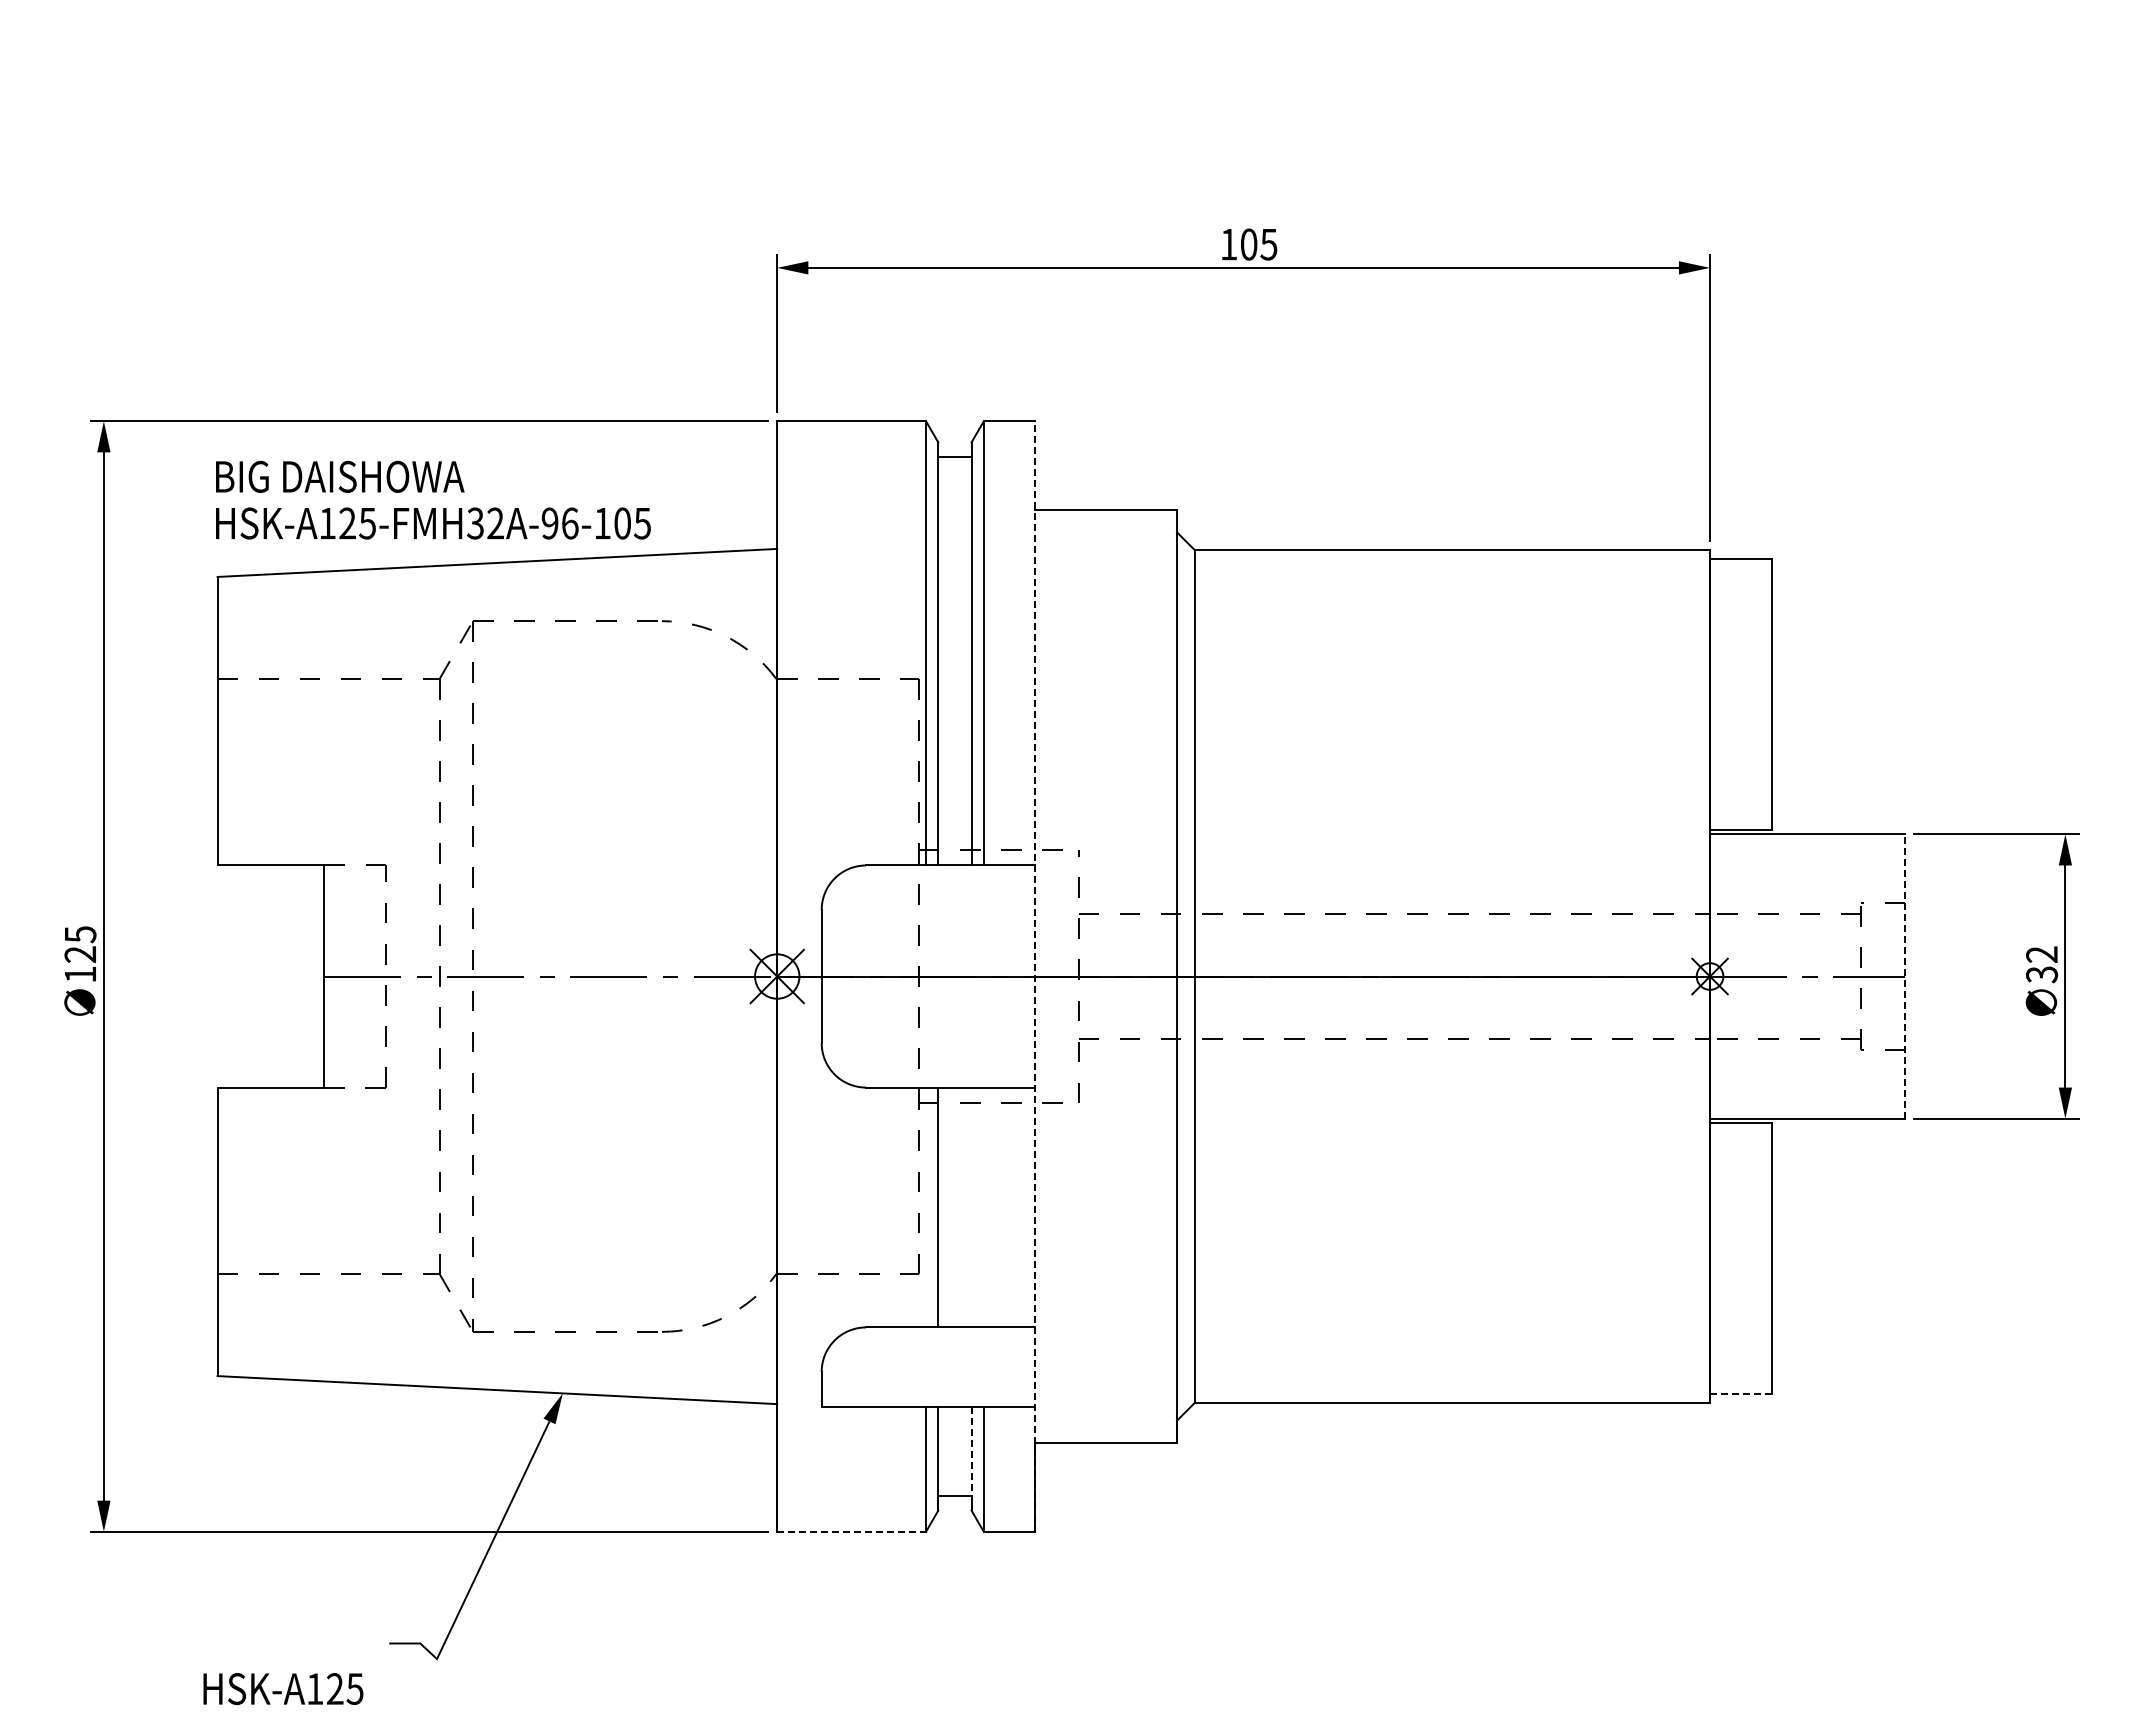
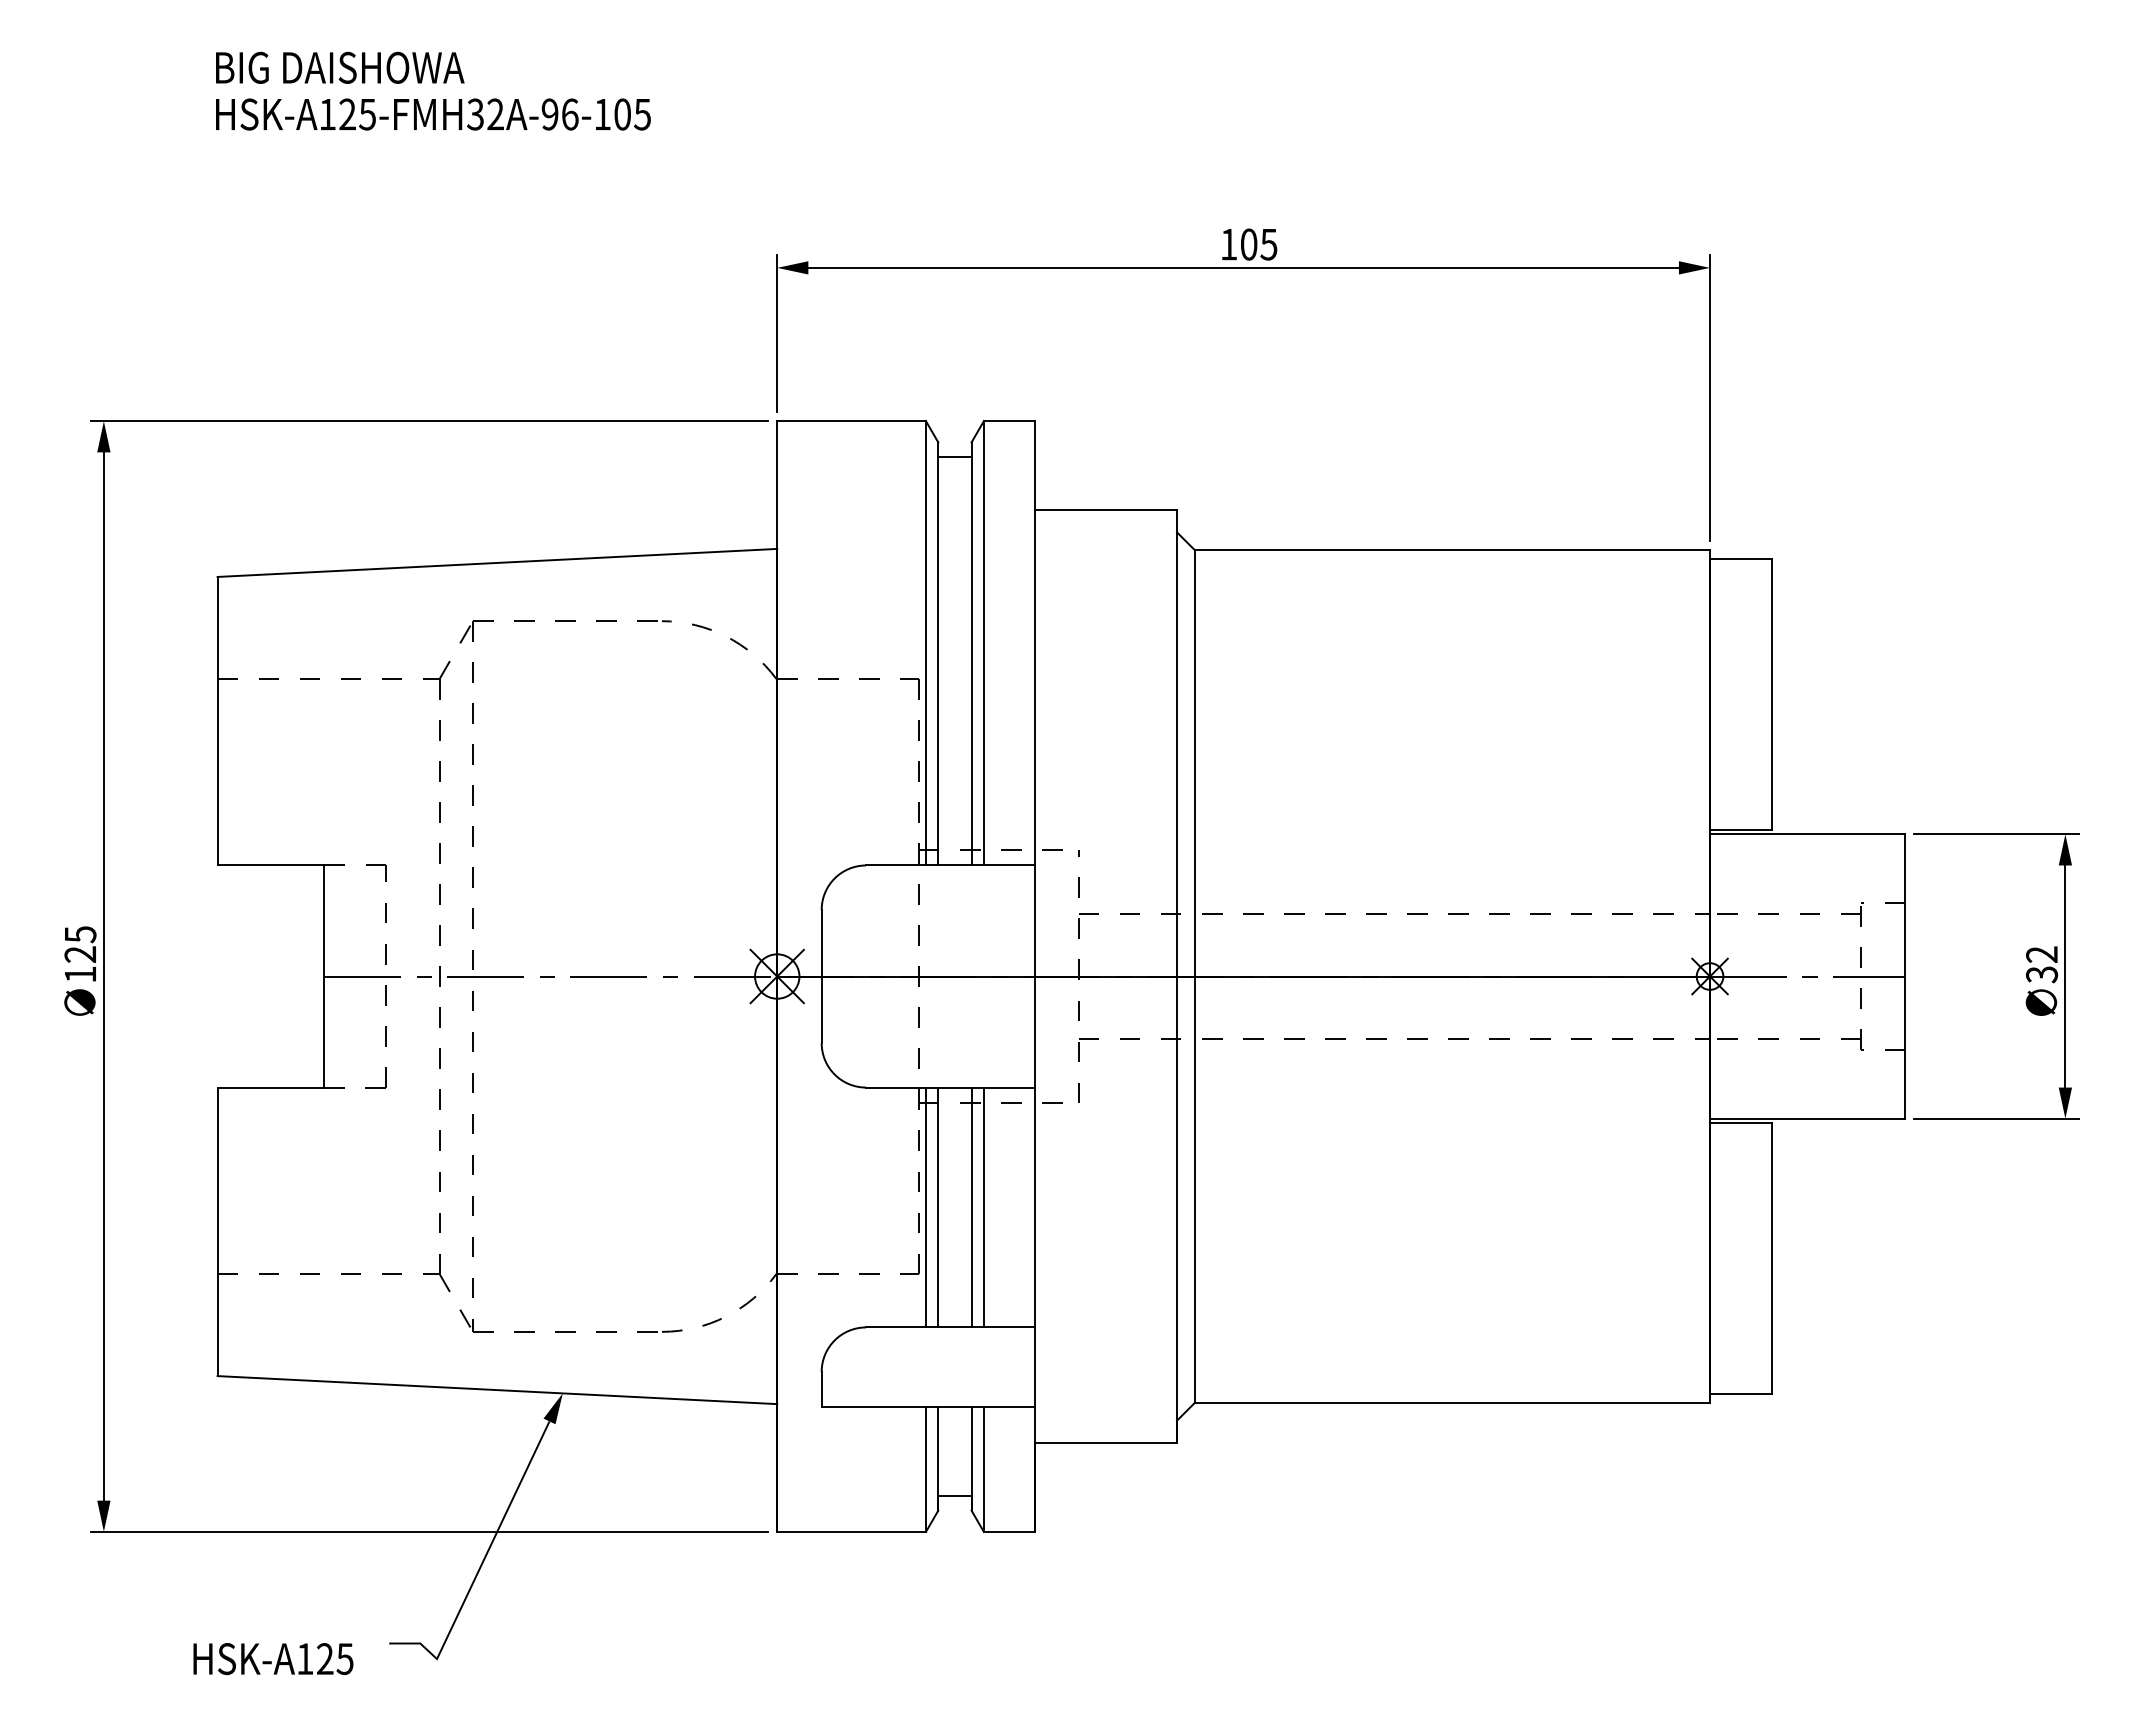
text at (433, 499) position: (433, 499) -> (433, 90)
line at (1034, 976): dashed -> solid
line at (1905, 976): dashed -> solid
line at (926, 1207): none -> present
line at (971, 1207): none -> present
line at (983, 1207): none -> present
line at (1741, 1394): dashed -> solid
line at (971, 1458): dashed -> solid
line at (852, 1531): dashed -> solid
text at (283, 1689) position: (283, 1689) -> (273, 1659)
